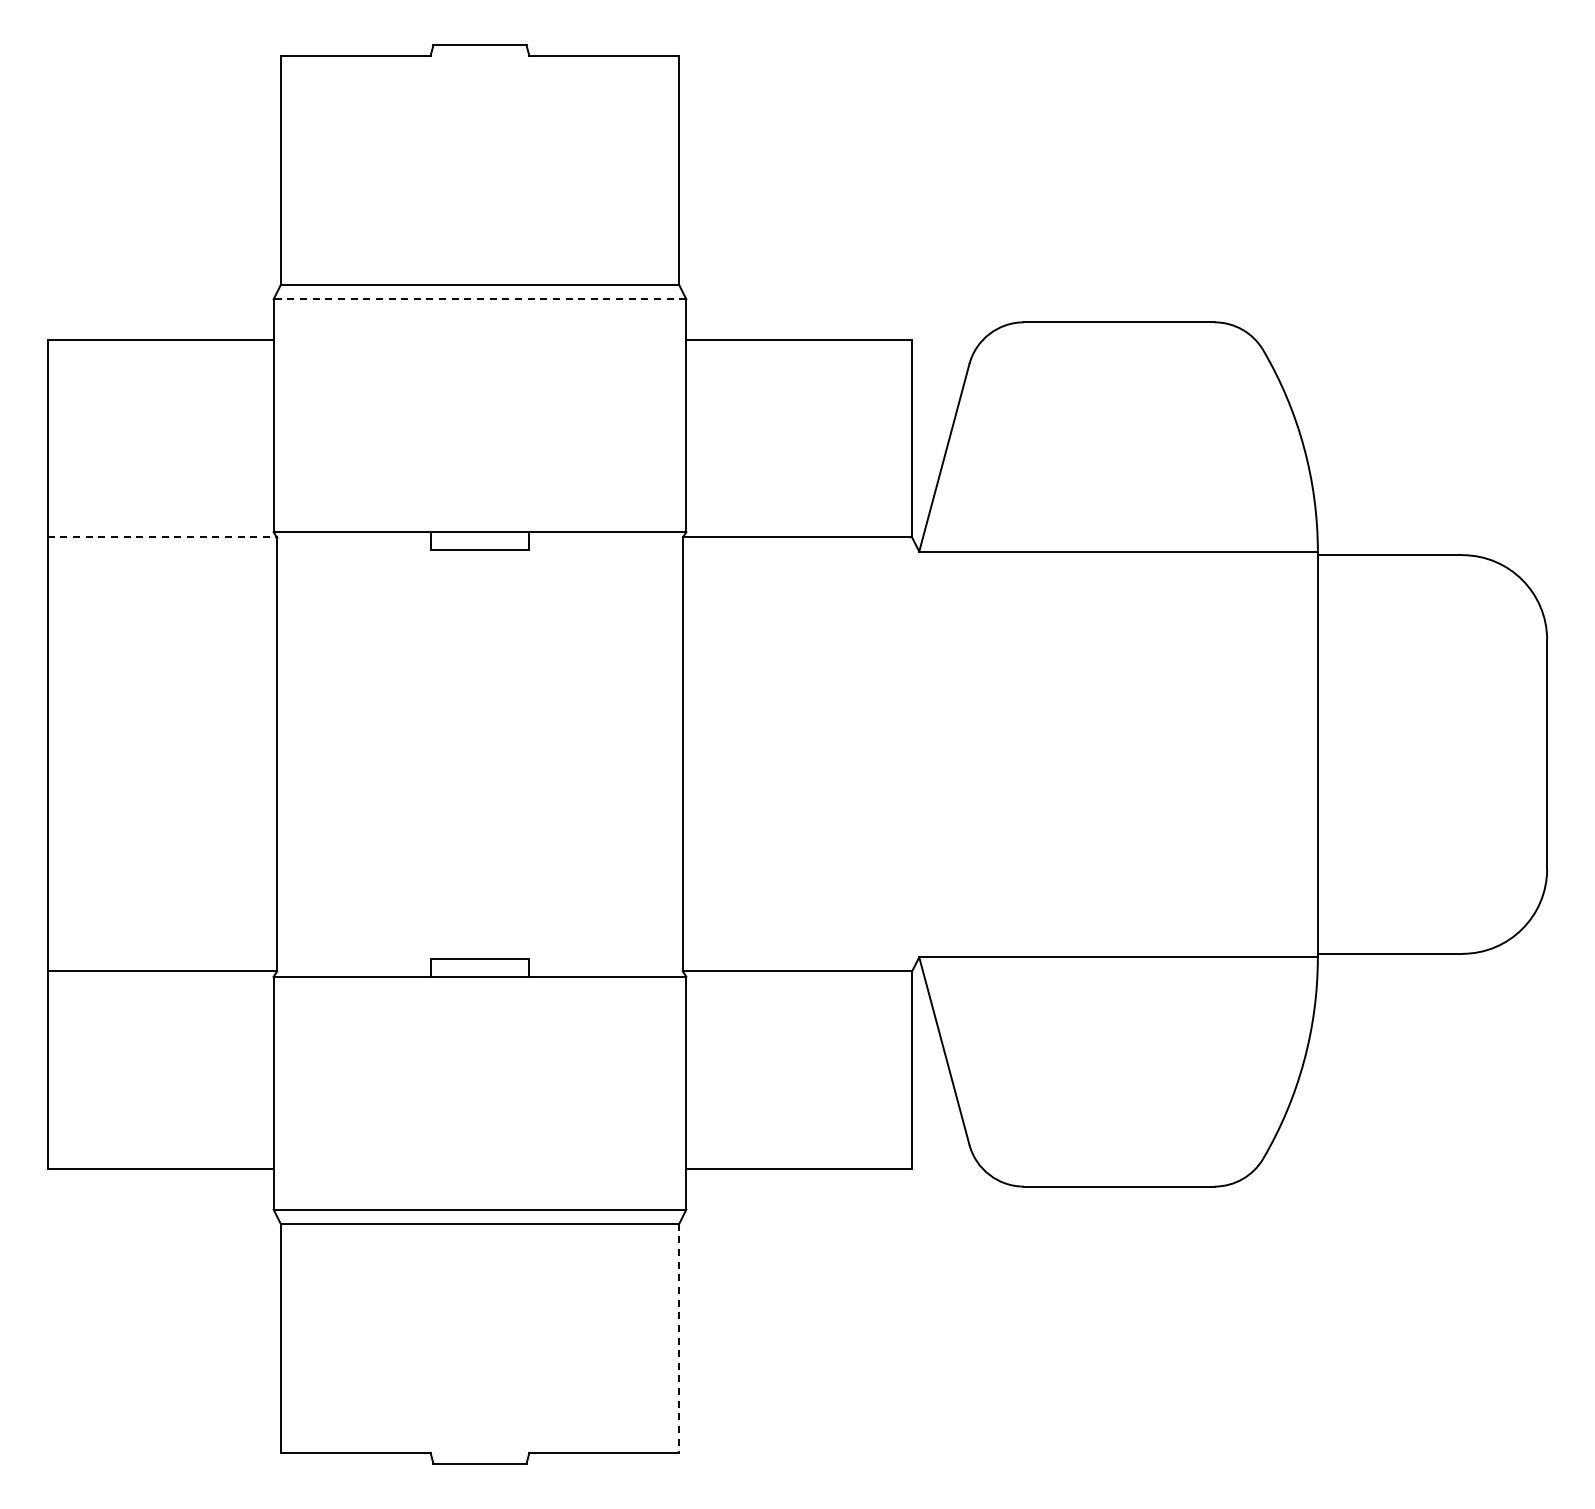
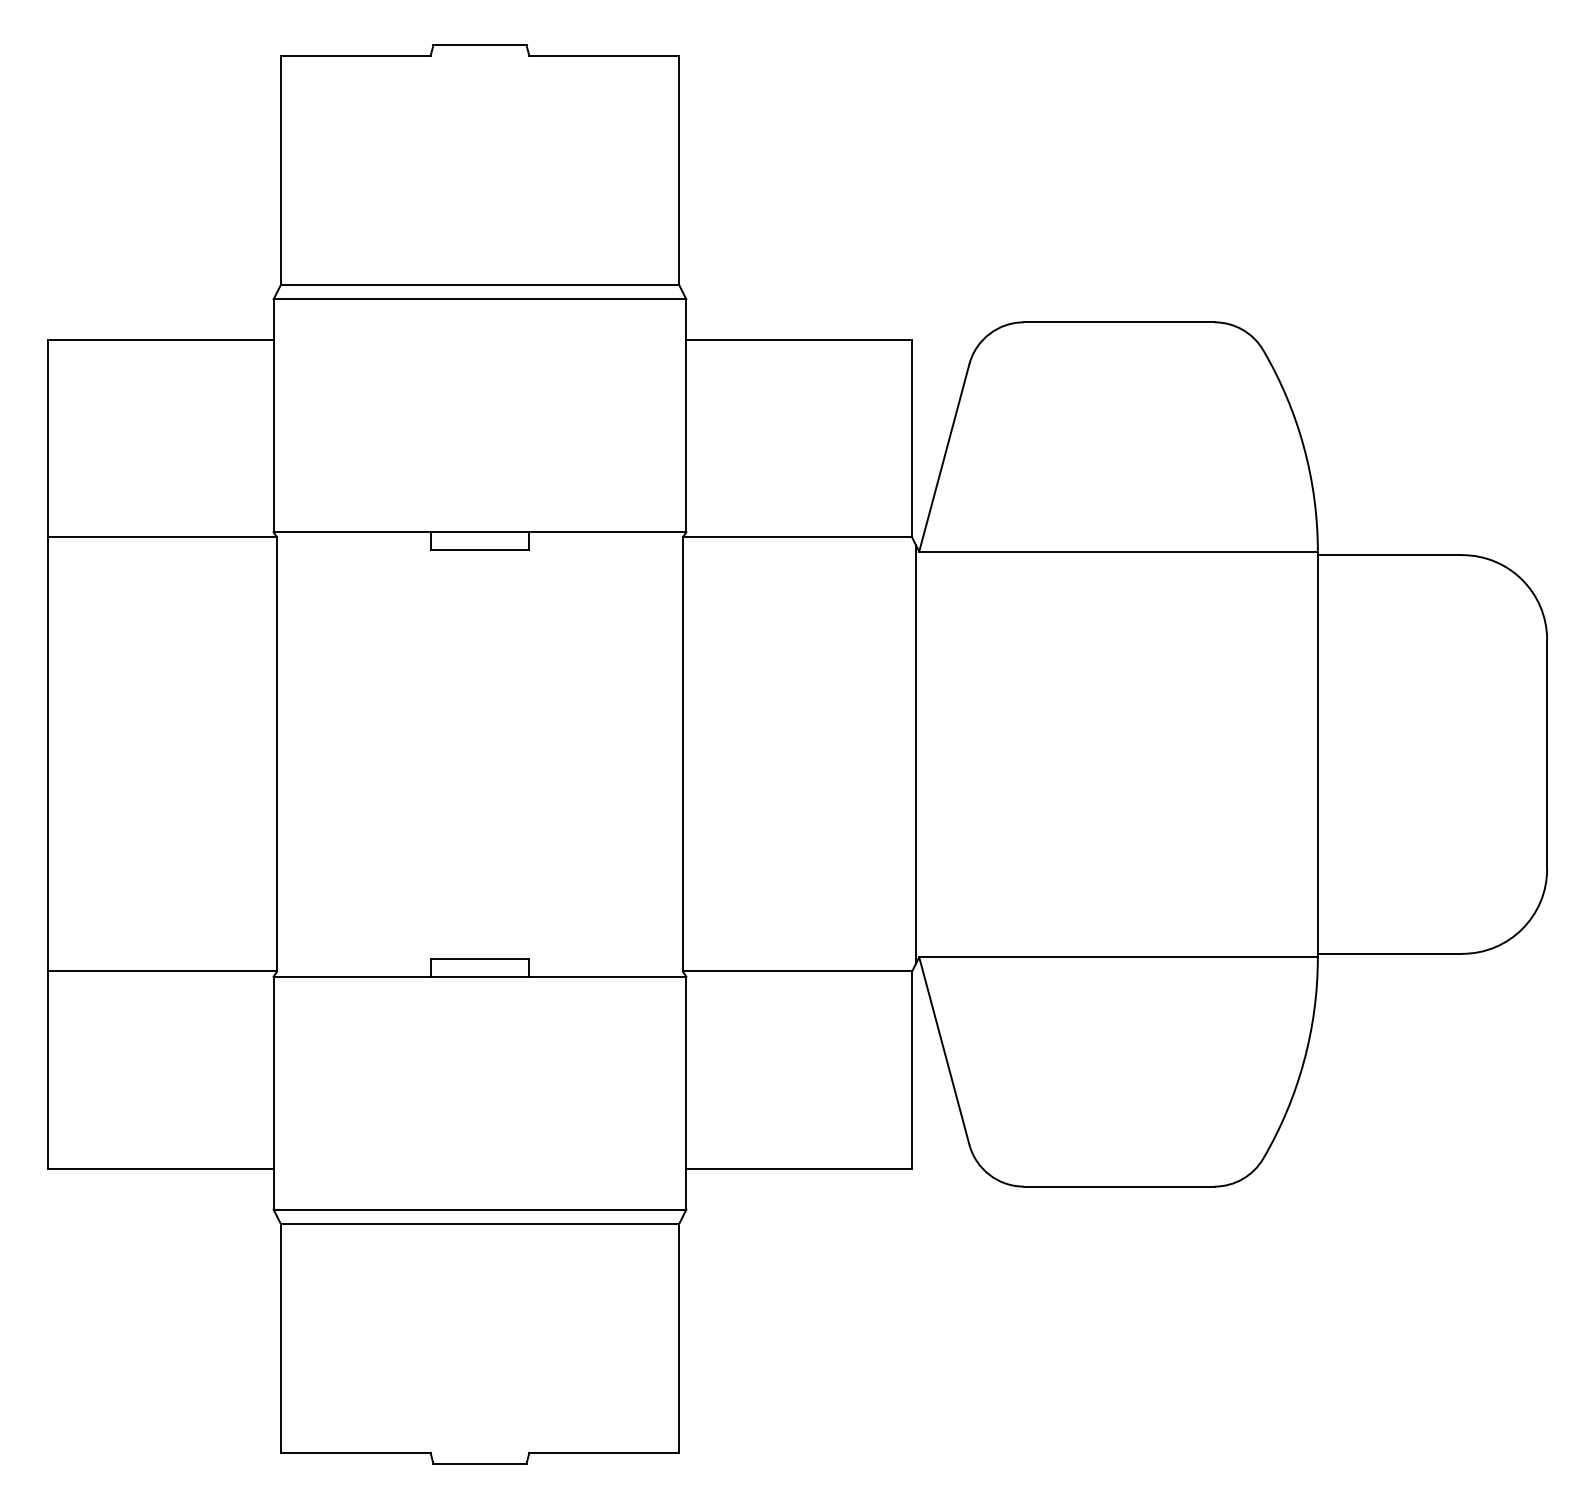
line at (479, 299): dashed -> solid
line at (162, 537): dashed -> solid
line at (915, 754): none -> present
line at (679, 1338): dashed -> solid
